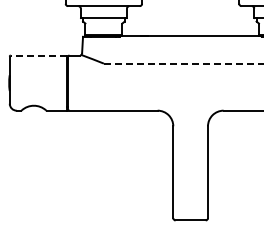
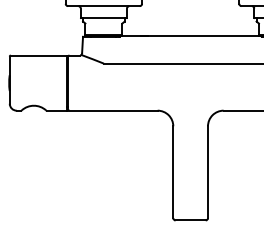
line at (38, 55): dashed -> solid
line at (183, 63): dashed -> solid
